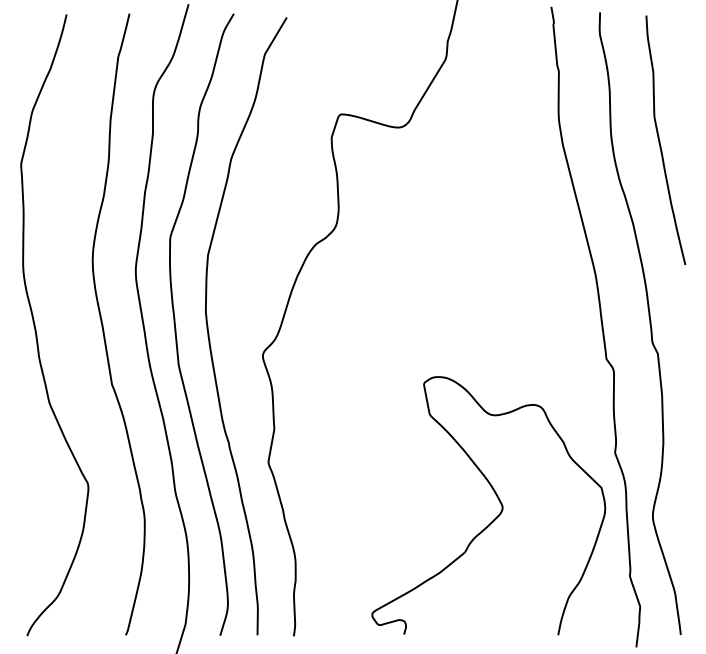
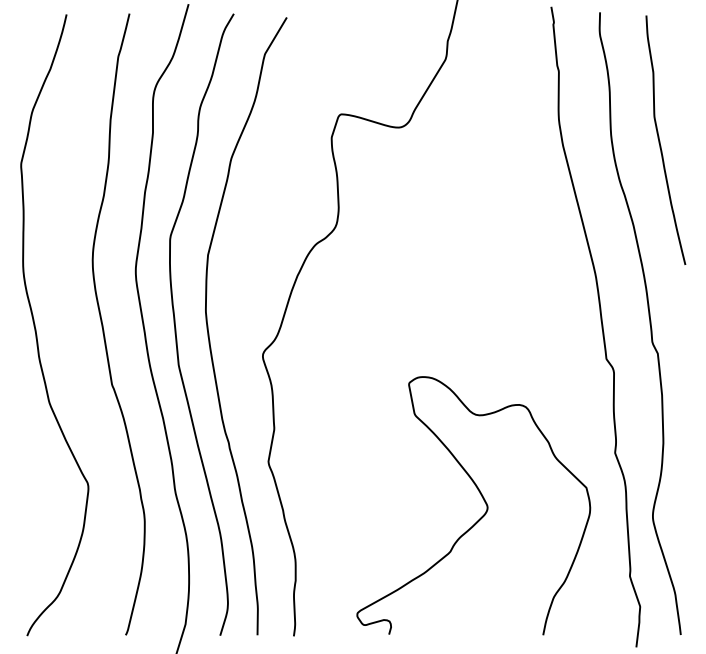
curve at (498, 500) position: (498, 500) -> (483, 500)
